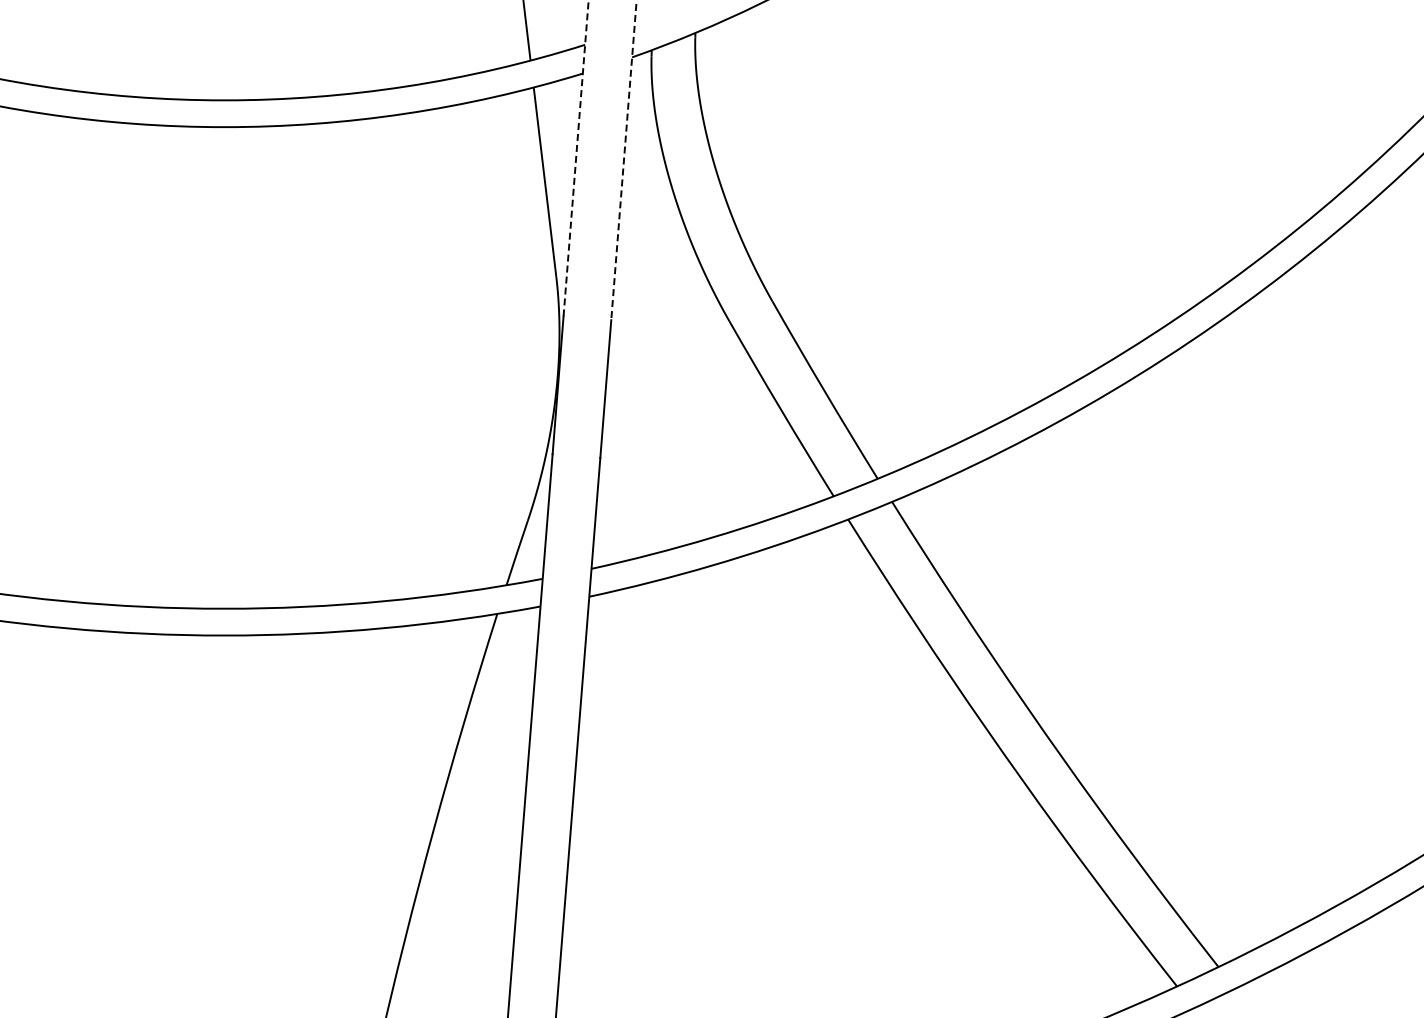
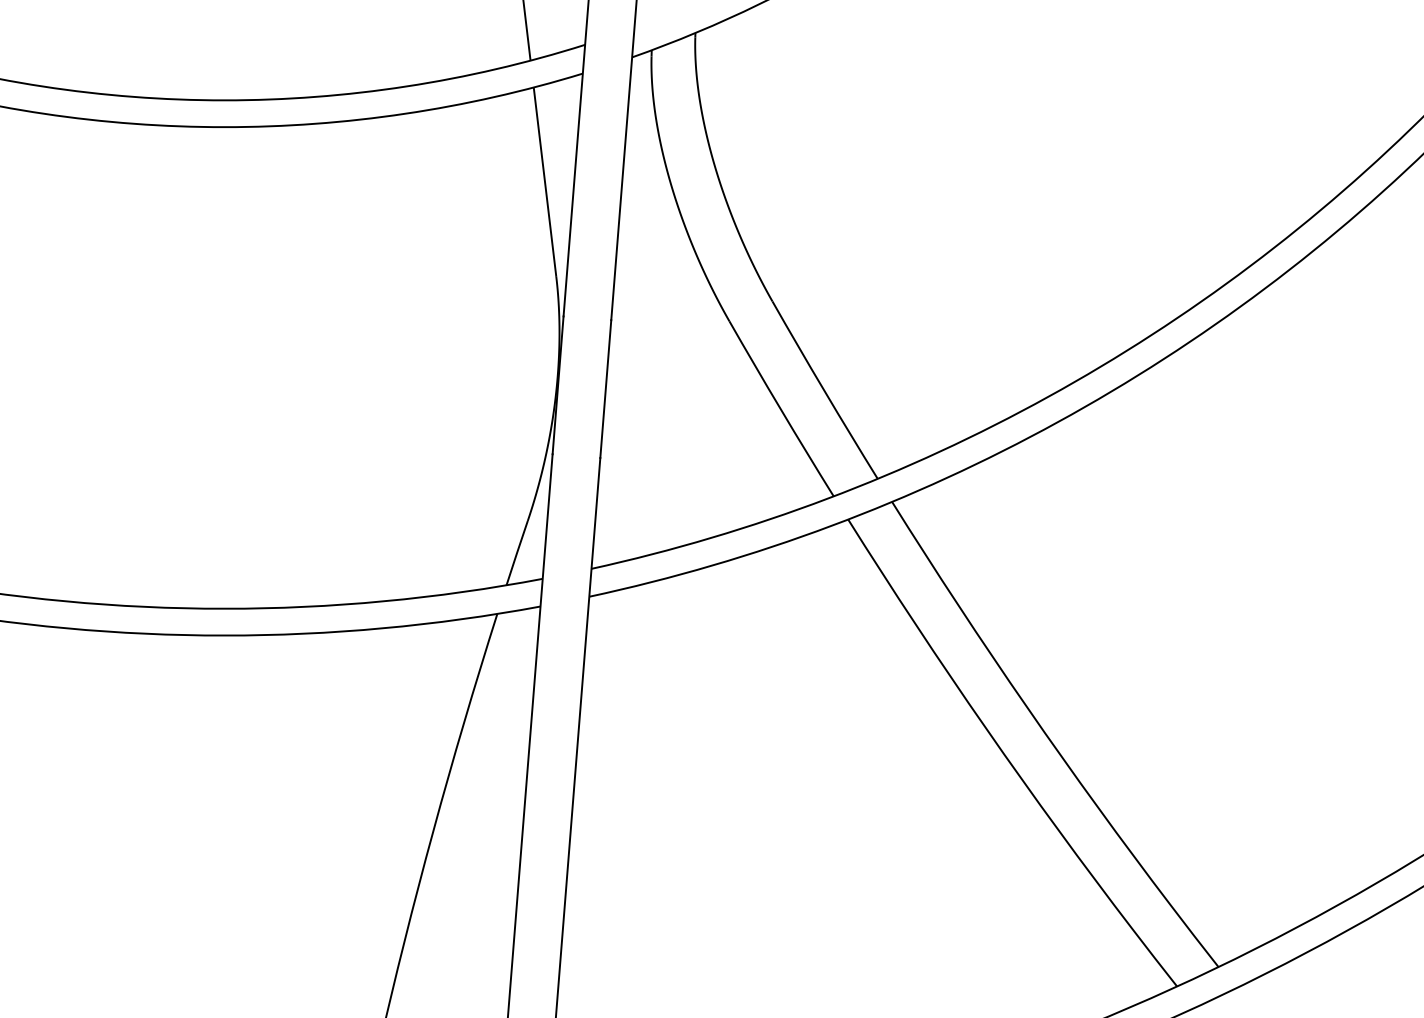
line at (576, 158): dashed -> solid
line at (623, 160): dashed -> solid
